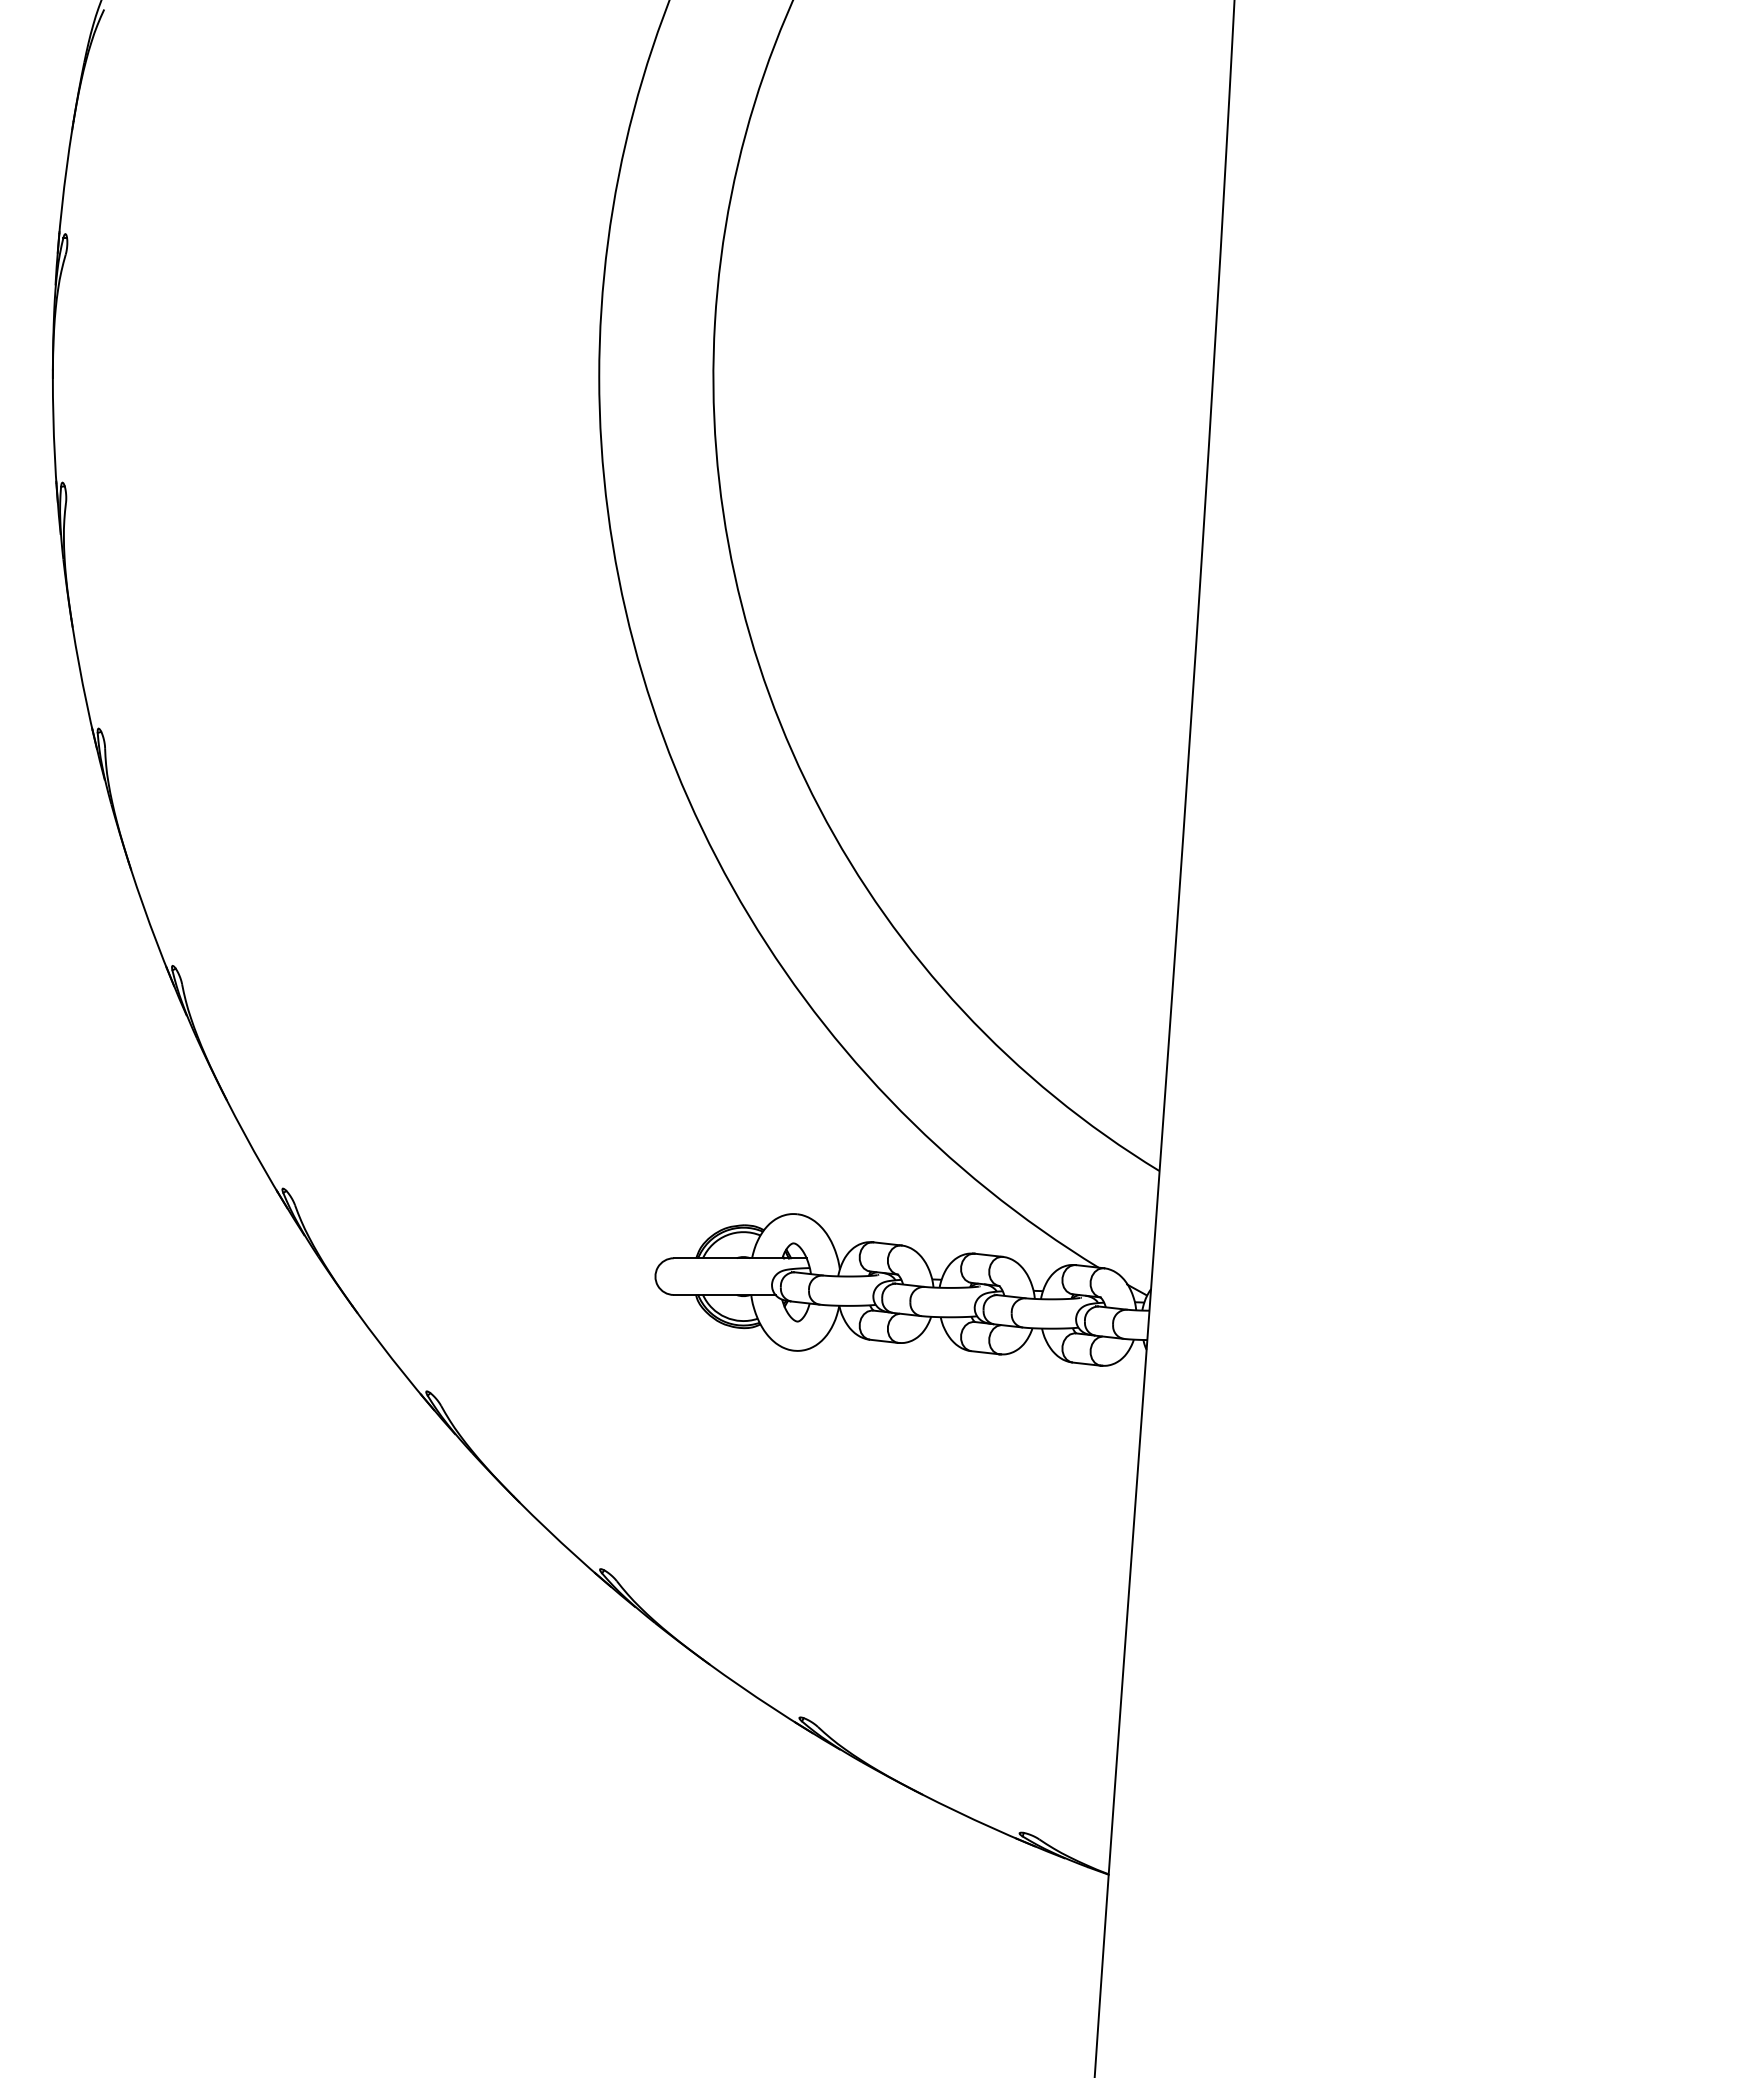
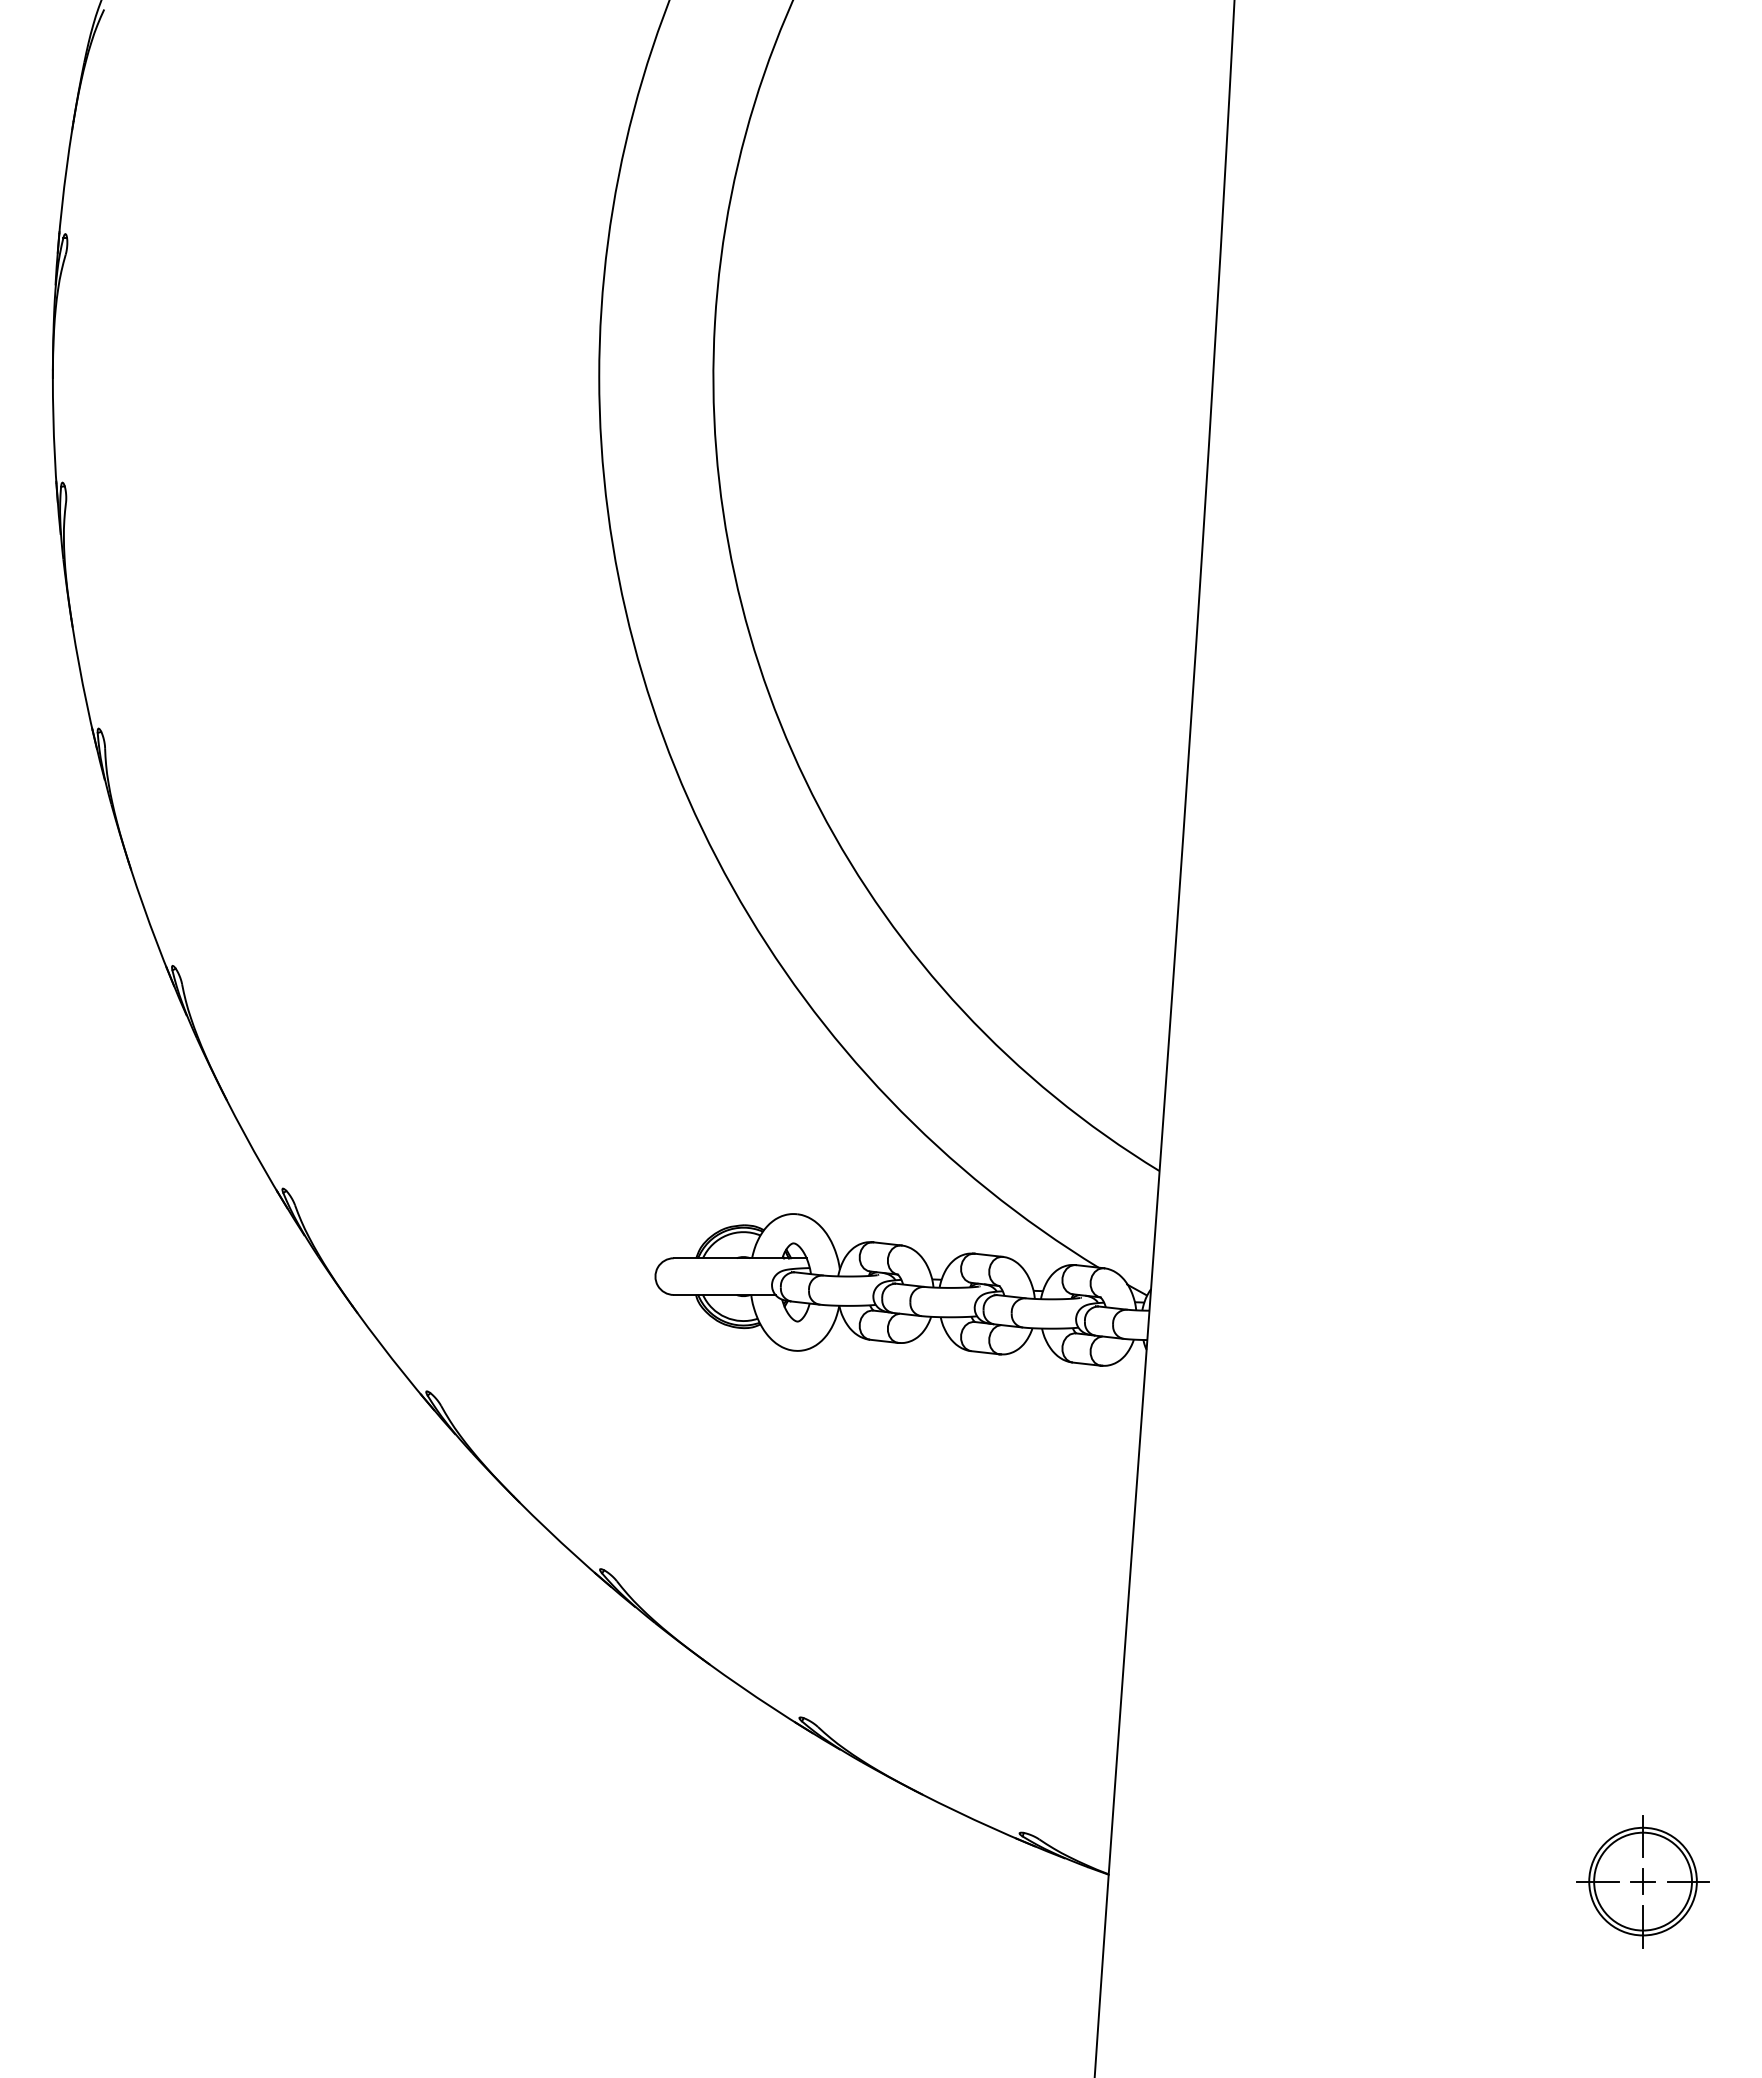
part at (1642, 1881): none -> present
